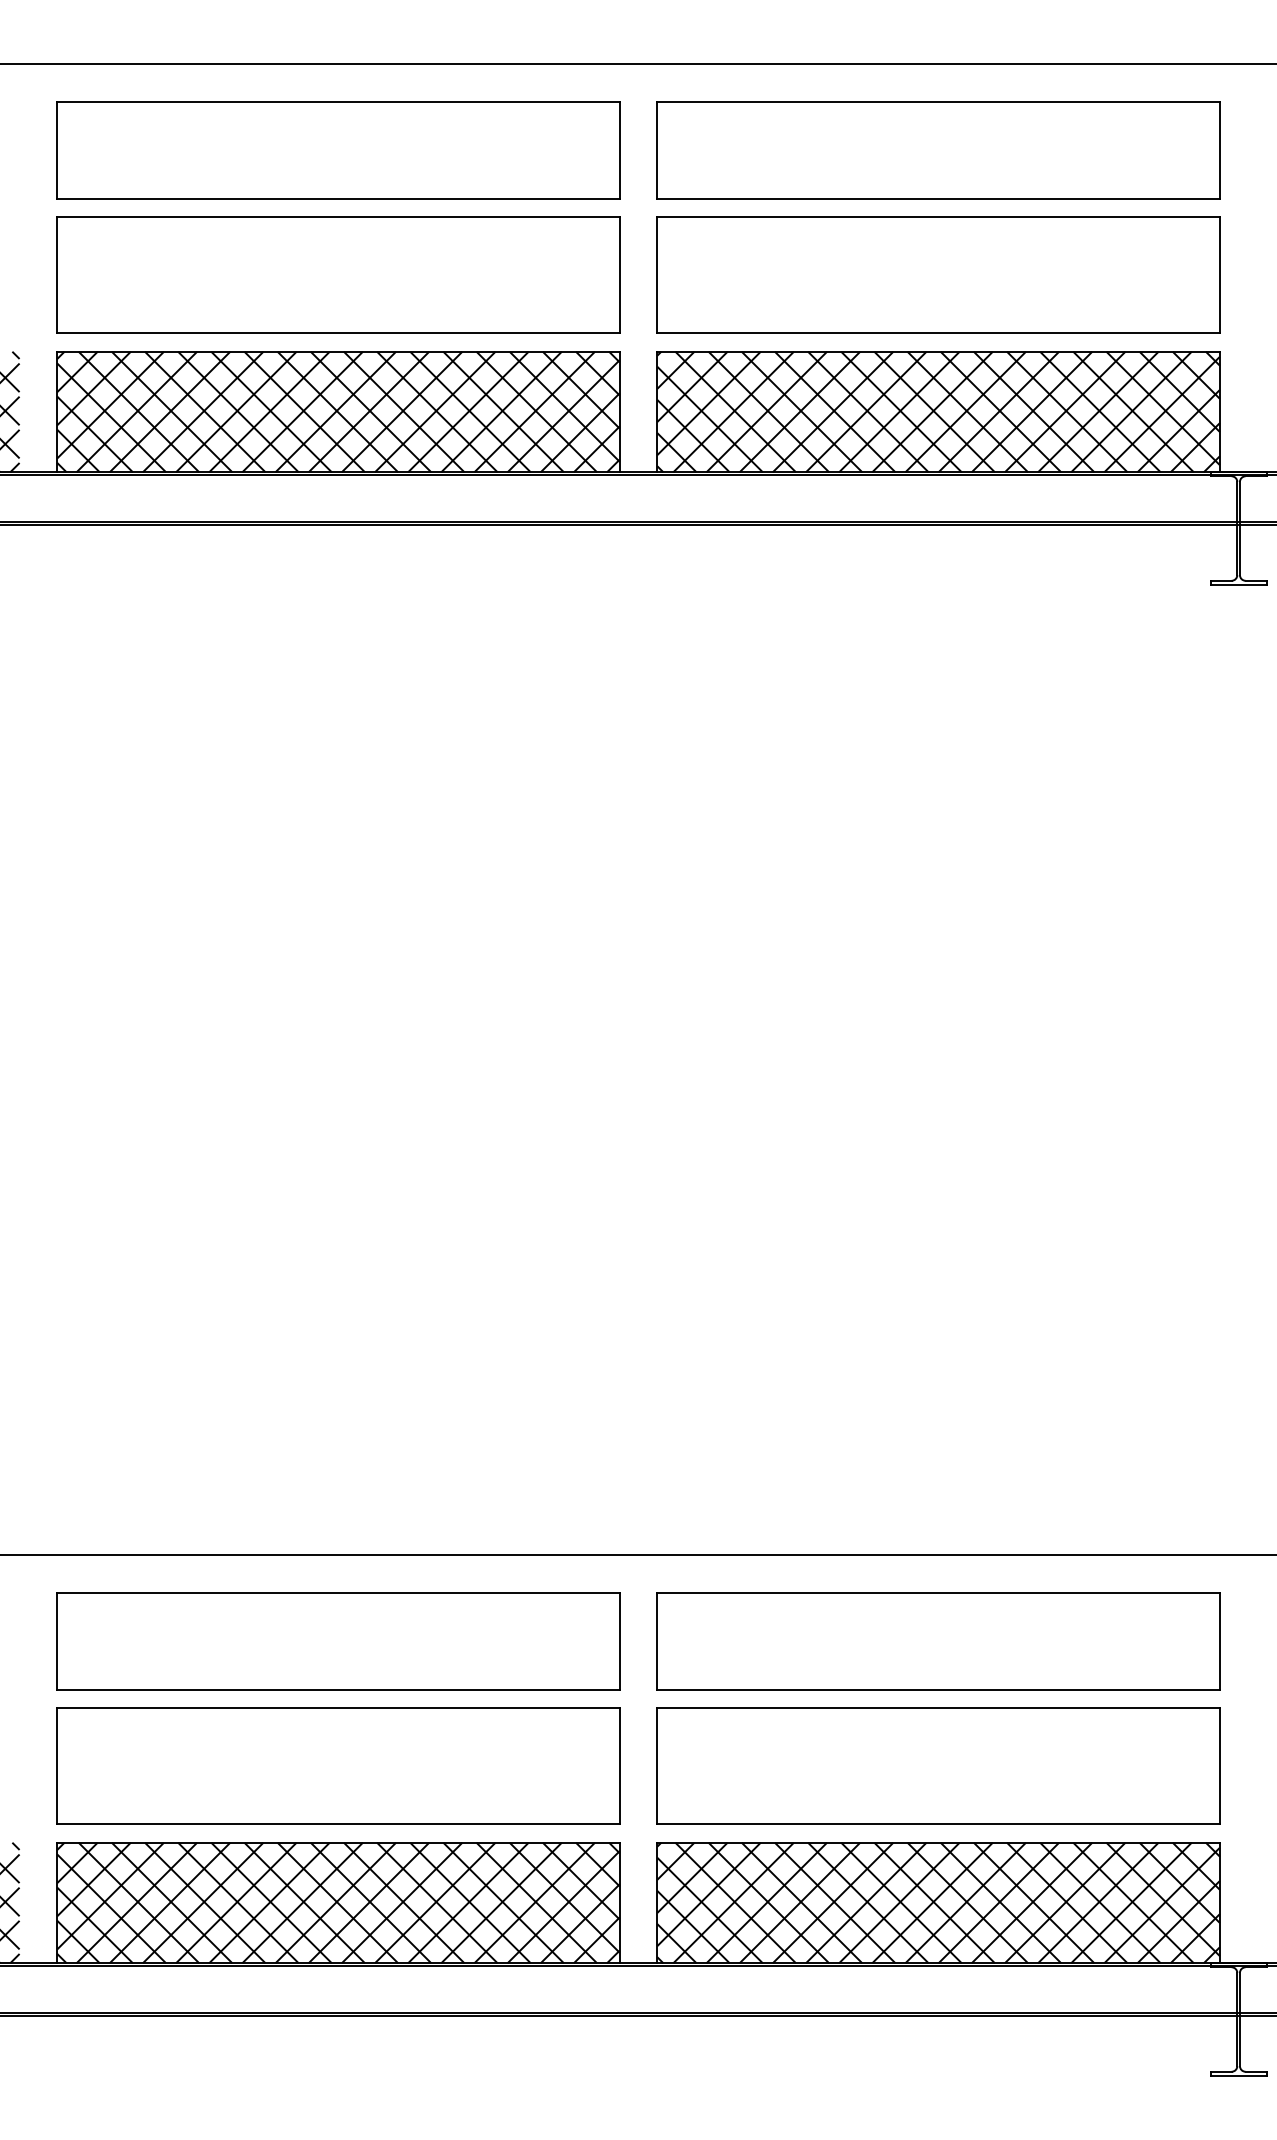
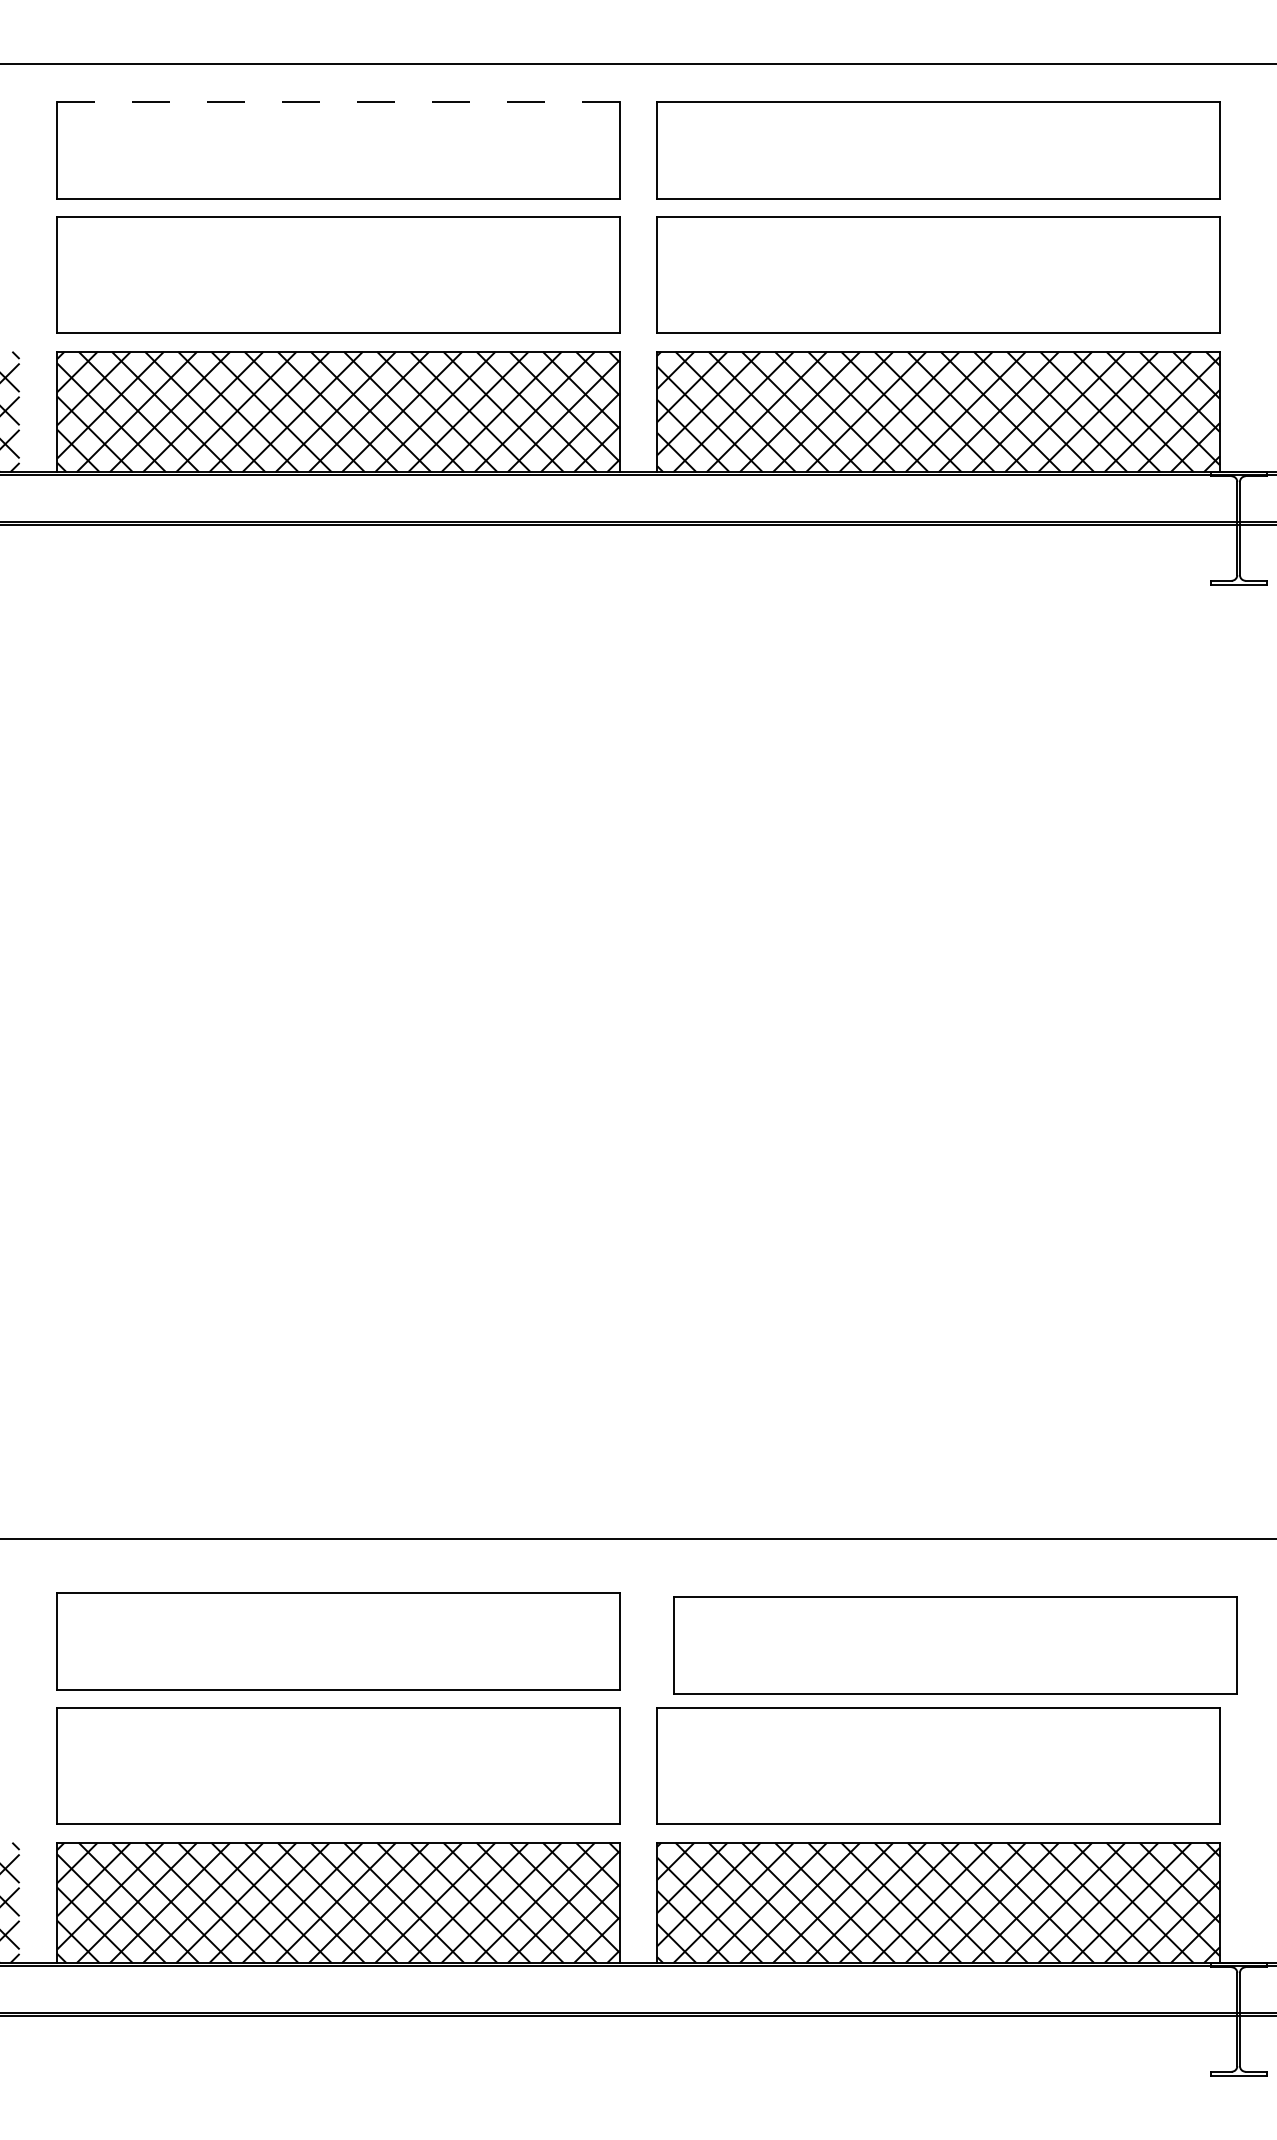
line at (337, 101): solid -> dashed
line at (637, 1555) position: (637, 1555) -> (637, 1539)
part at (938, 1641) position: (938, 1641) -> (955, 1645)
